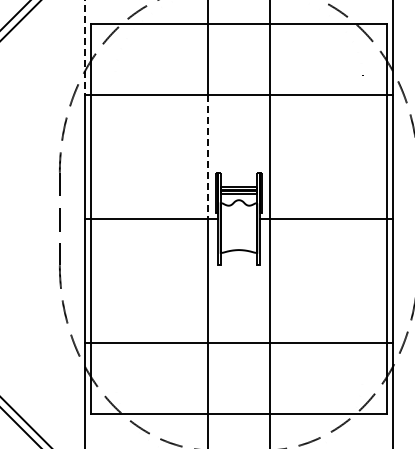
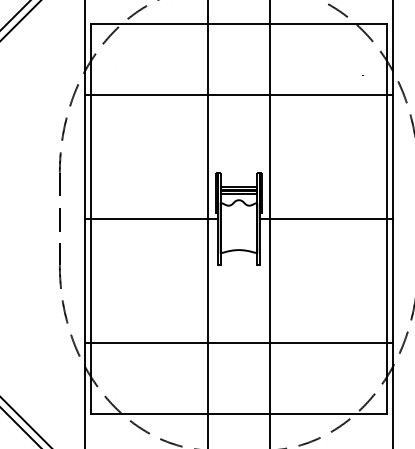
line at (84, 48): dashed -> solid
line at (208, 157): dashed -> solid
